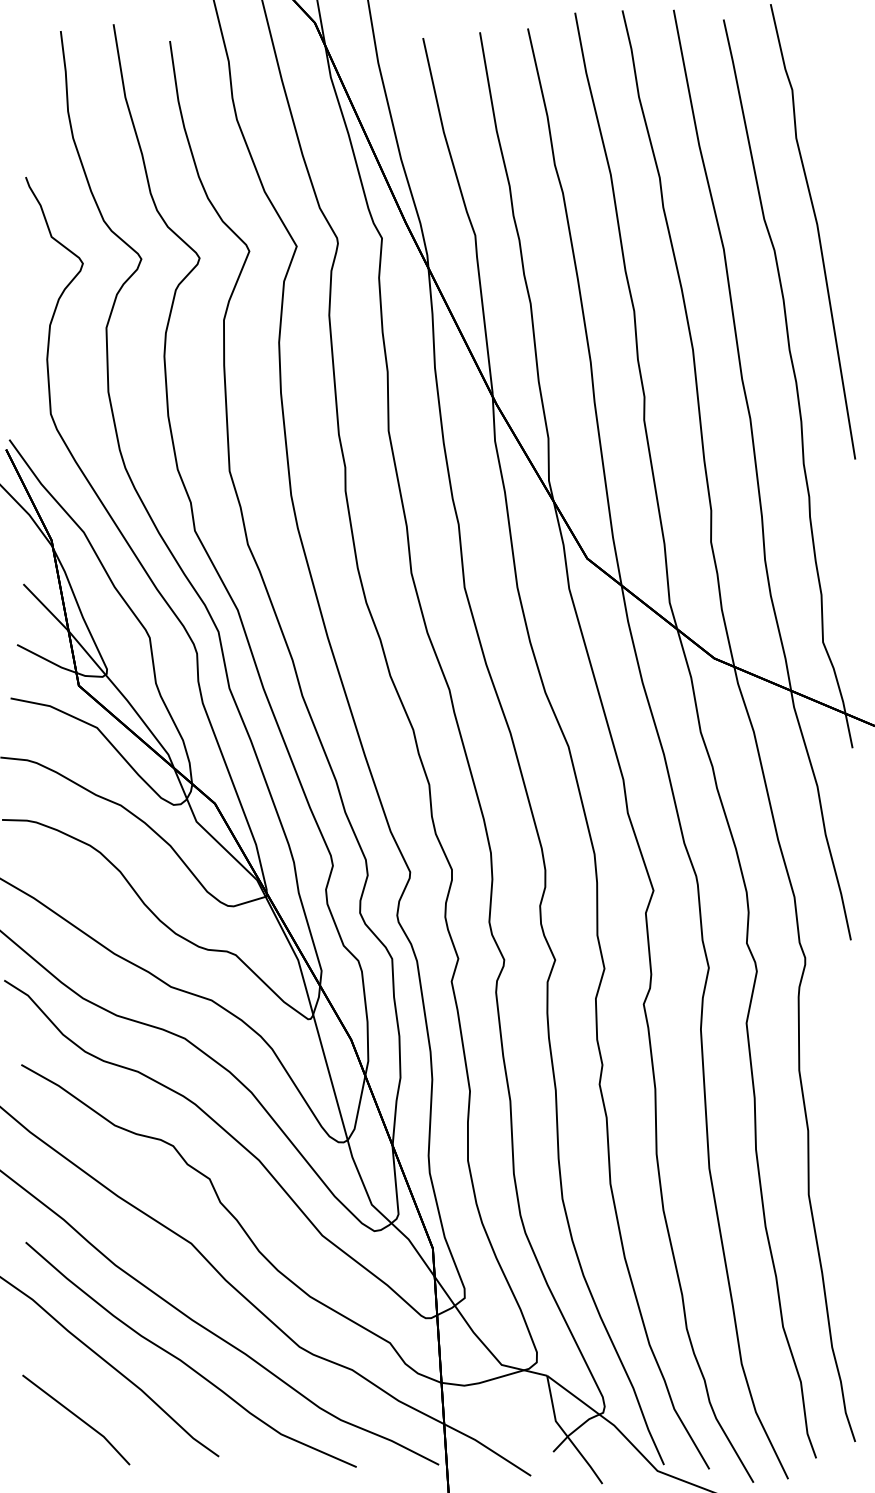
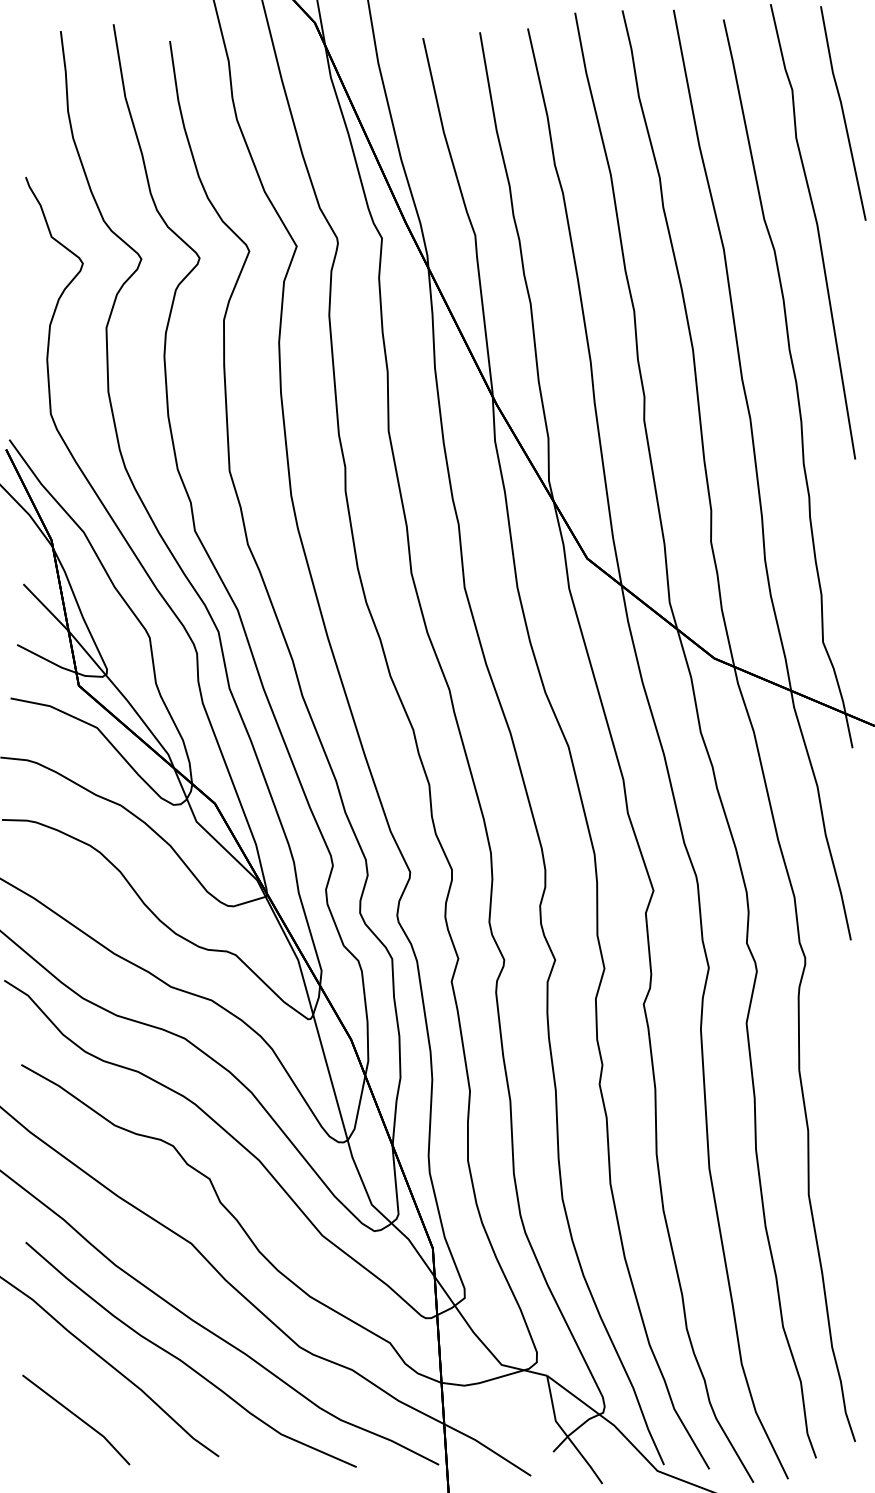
part at (843, 113): none -> present
